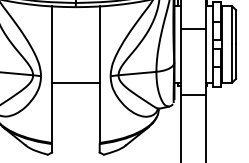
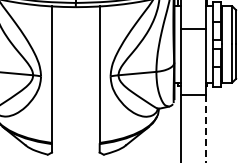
line at (75, 82): present -> none
line at (205, 128): solid -> dashed
